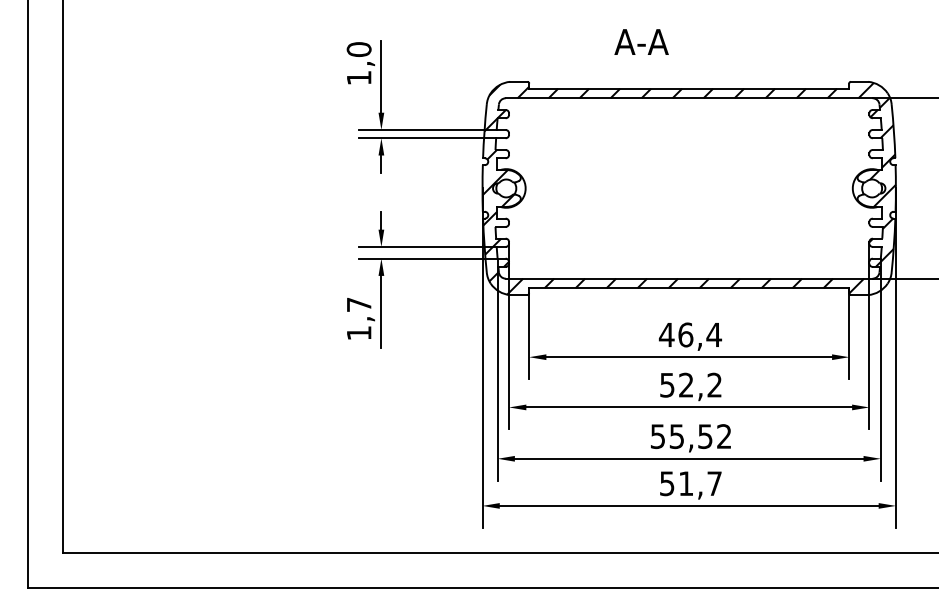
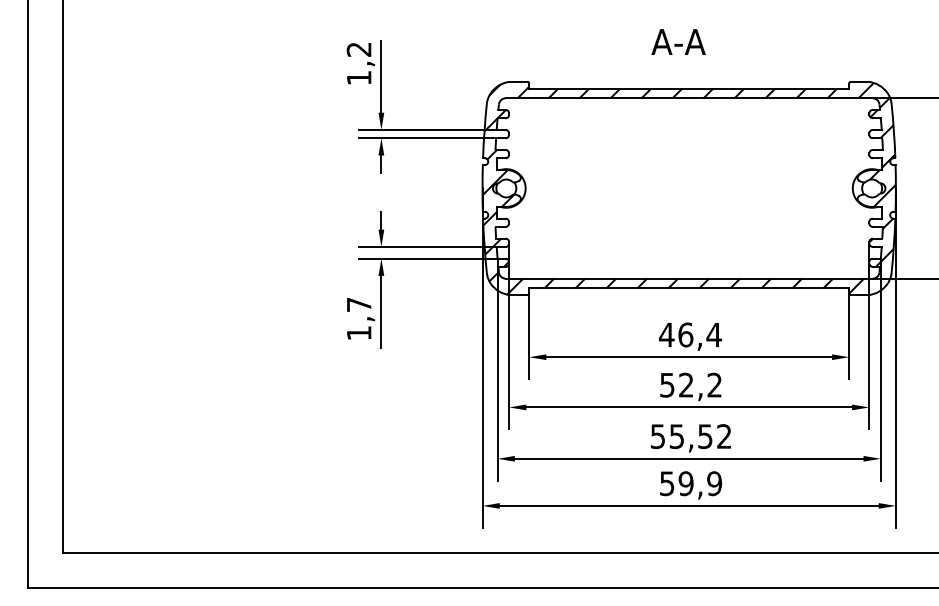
text at (641, 41) position: (641, 41) -> (678, 41)
text at (358, 49): 1,0 -> 1,2
text at (699, 483): 51,7 -> 59,9
